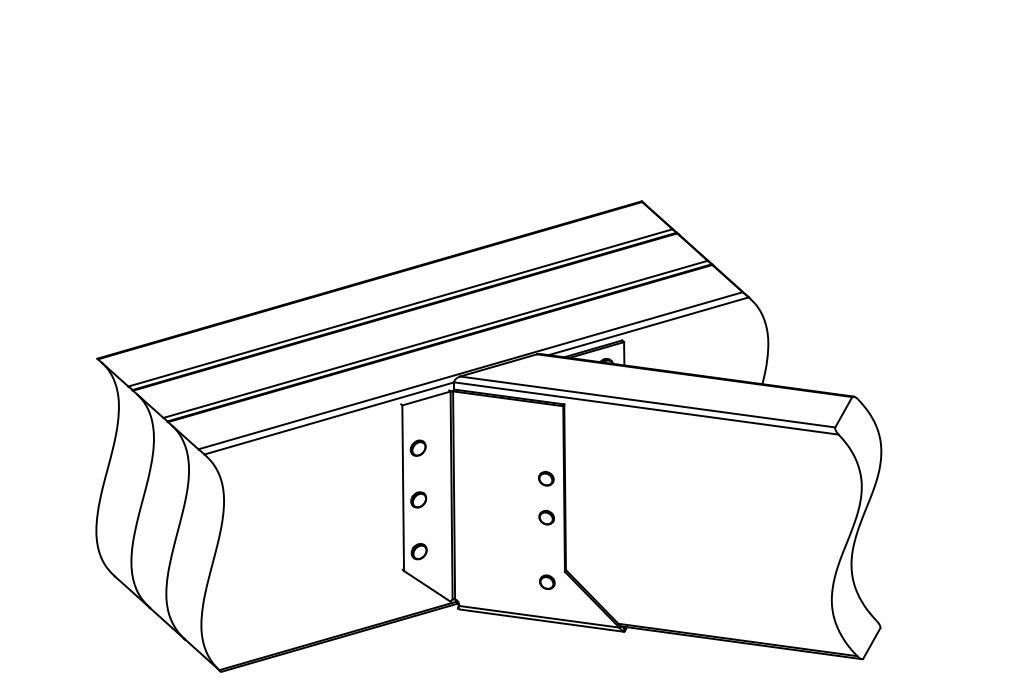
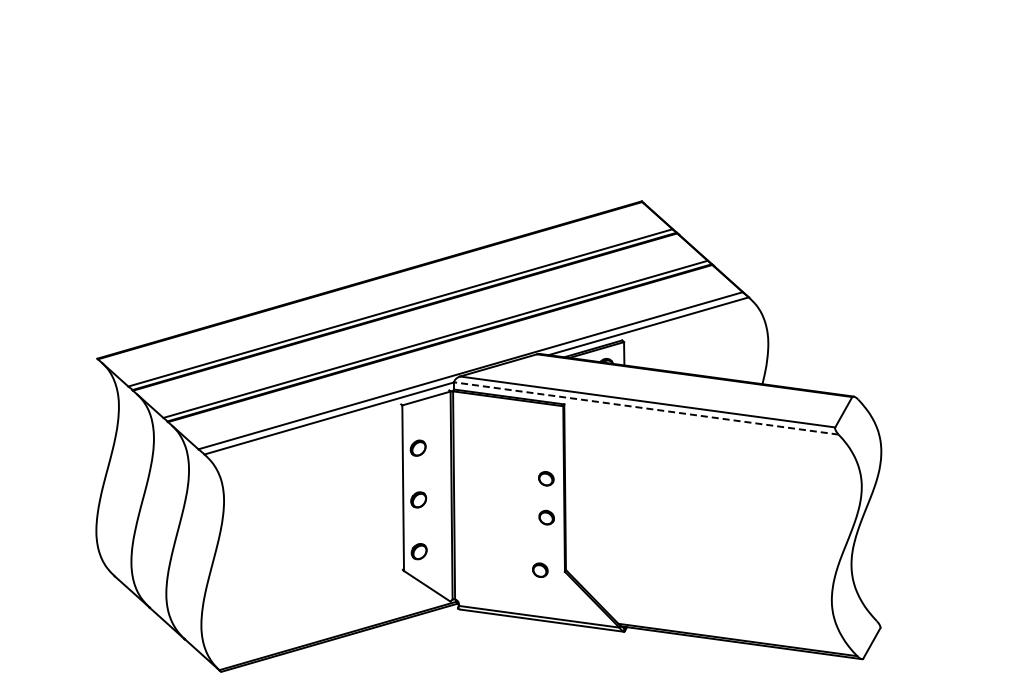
line at (646, 408): solid -> dashed
part at (547, 581) position: (547, 581) -> (540, 569)
